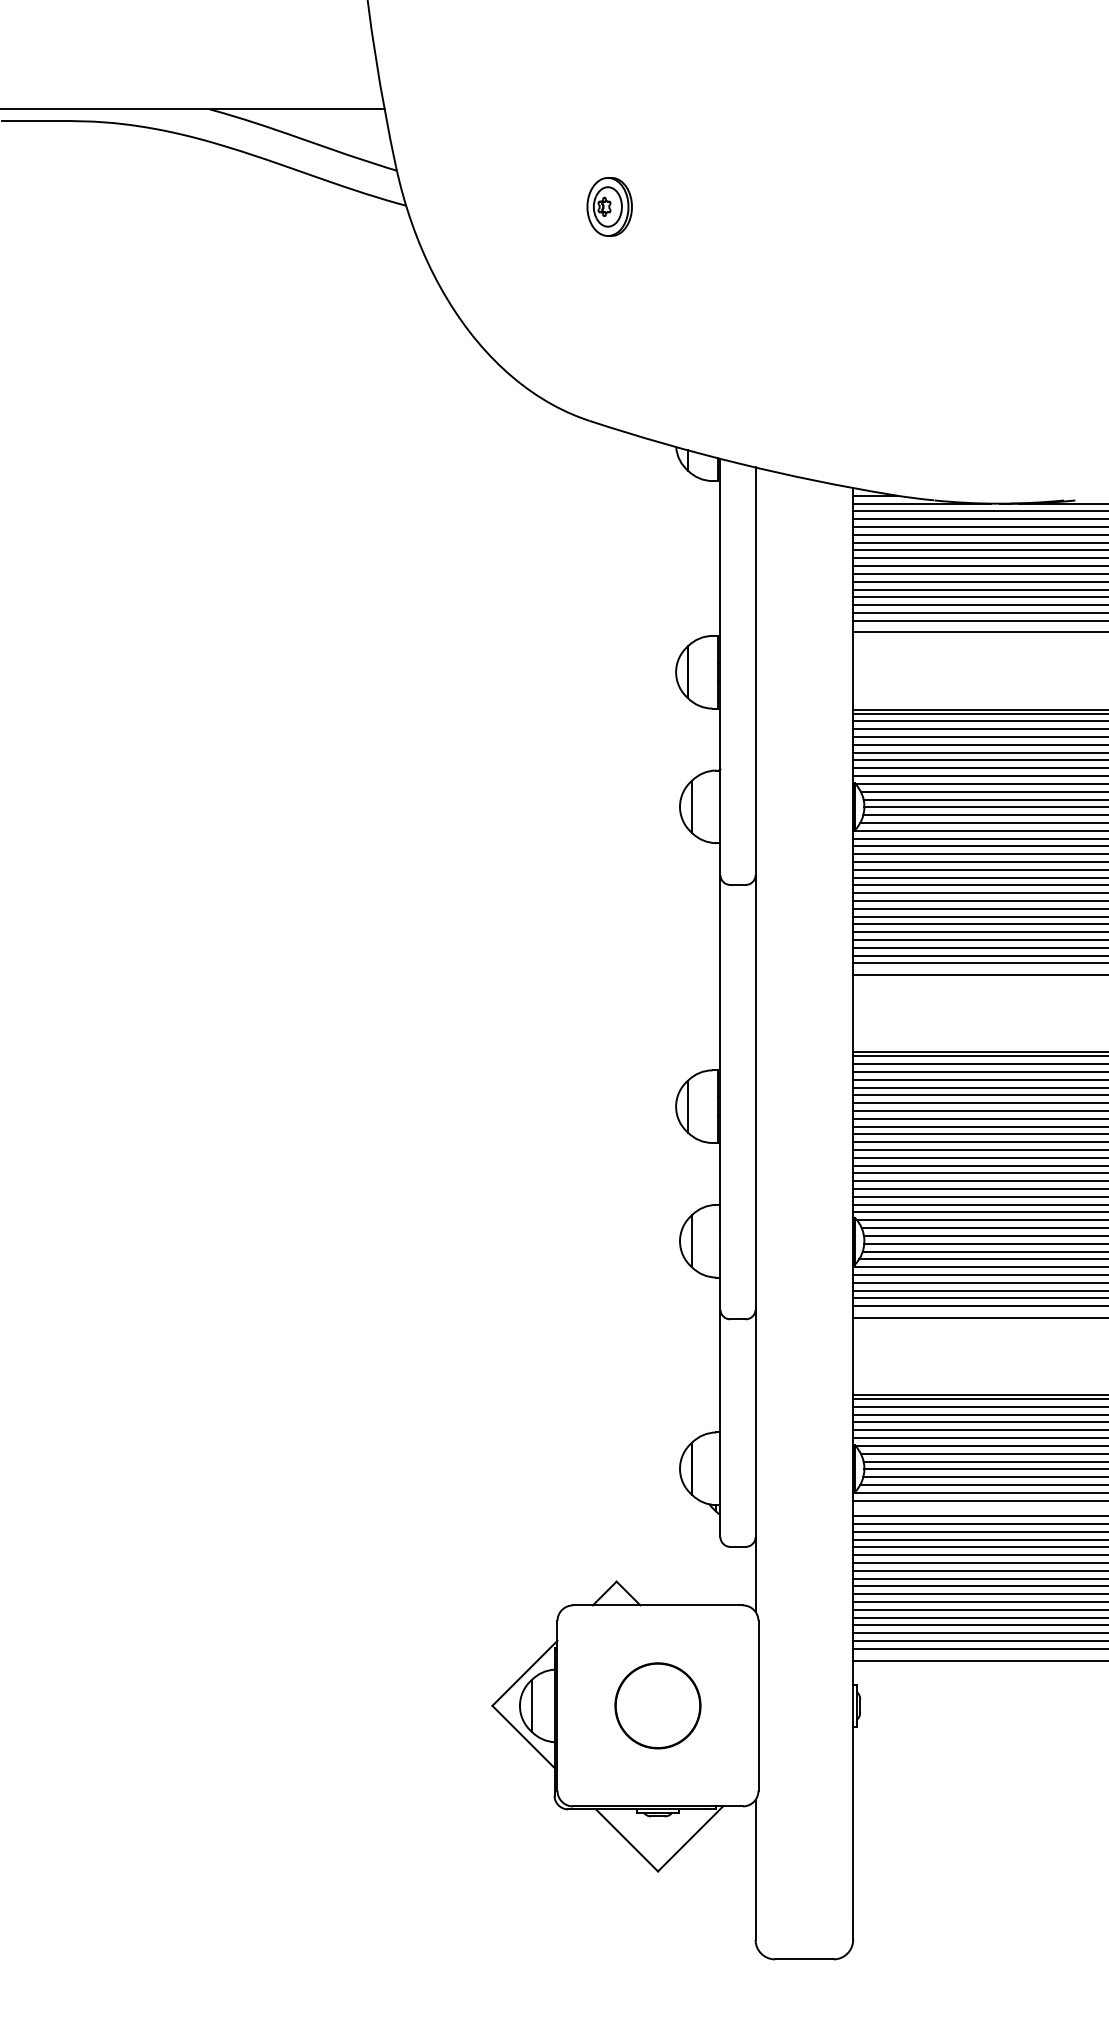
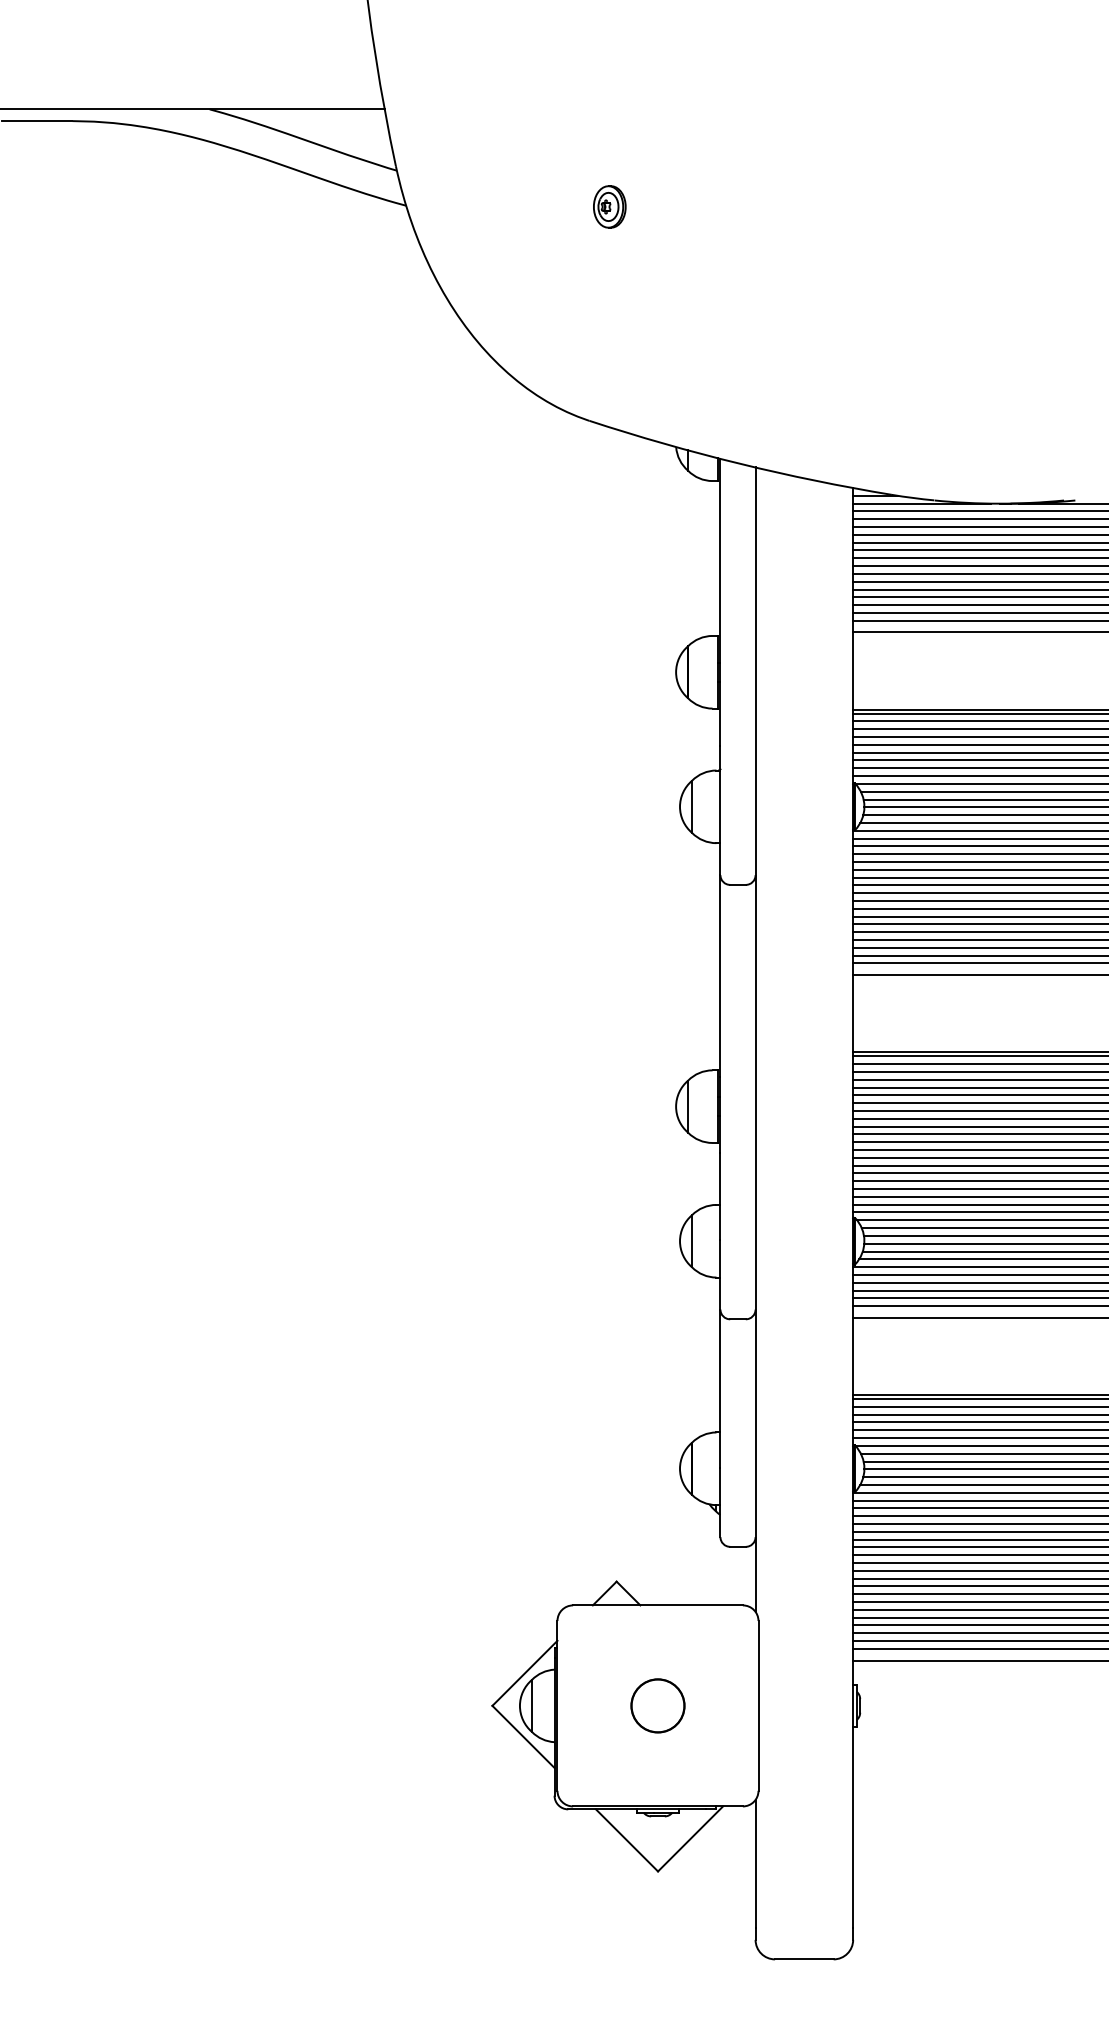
part at (609, 206) size: 47x60 px -> 34x44 px
line at (979, 1508): none -> present
circle at (657, 1705) size: 88x88 px -> 56x56 px
